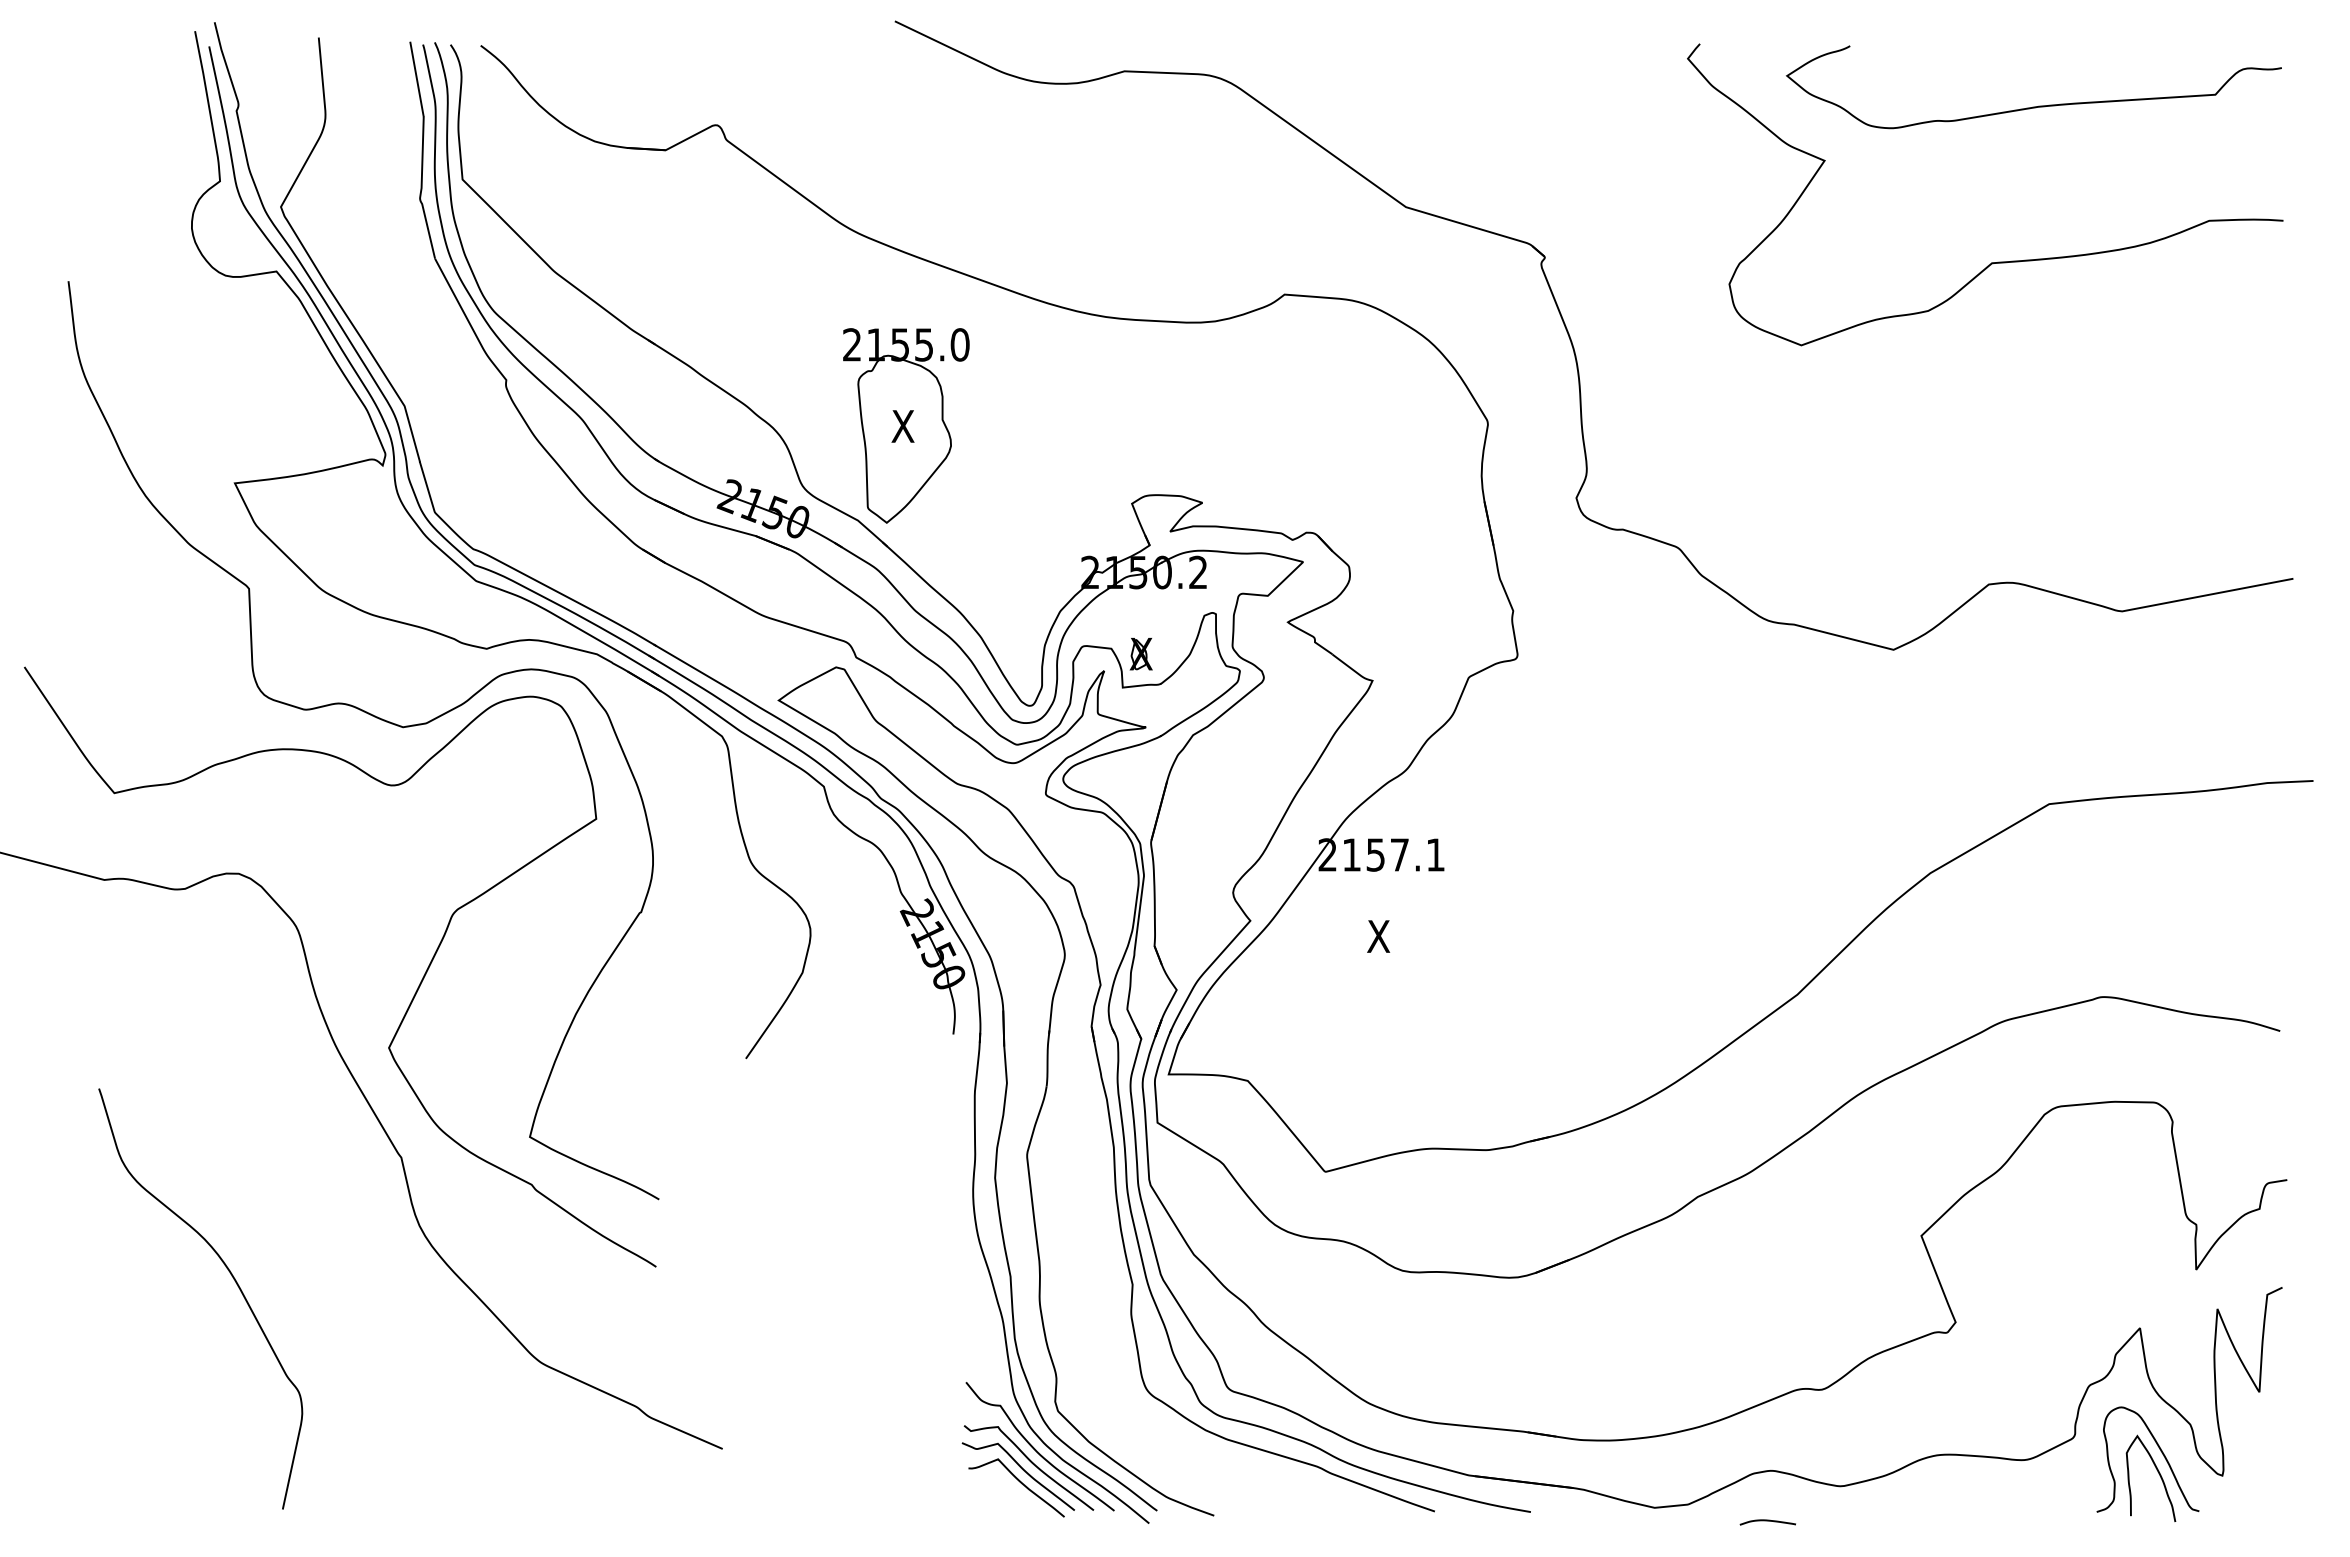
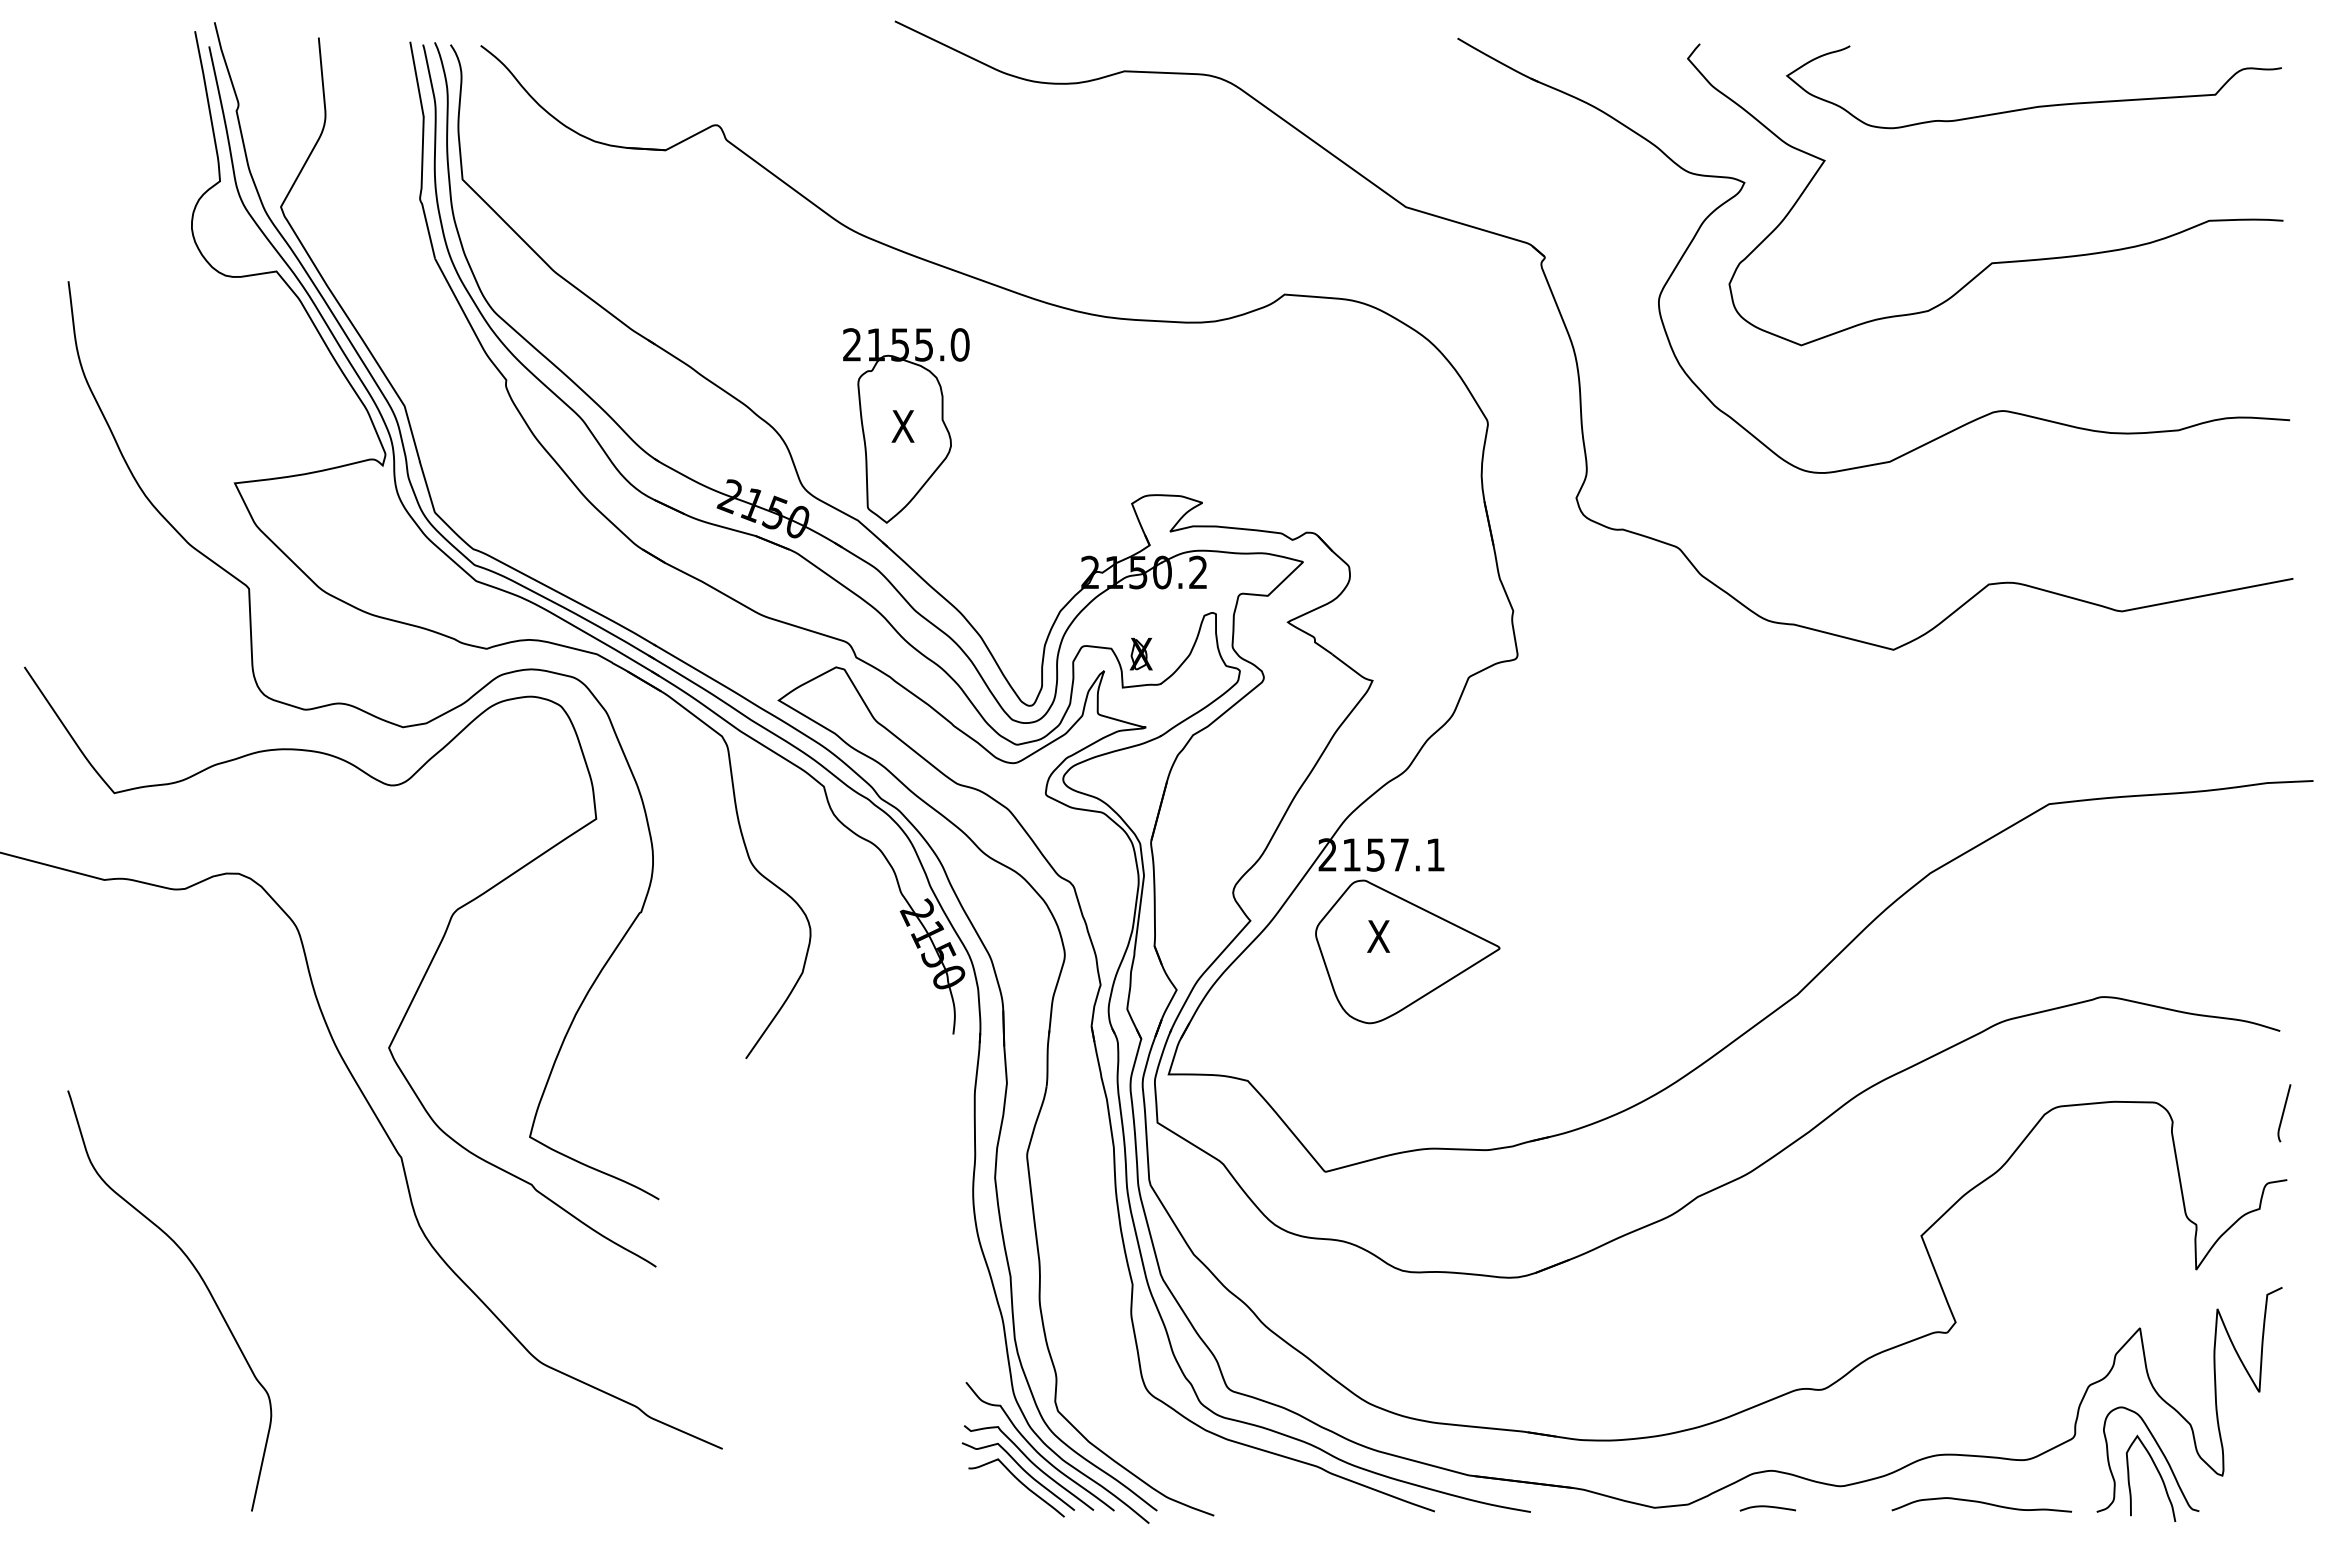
part at (1742, 189): none -> present
part at (1407, 951): none -> present
curve at (2284, 1112): none -> present
curve at (231, 1276) position: (231, 1276) -> (200, 1278)
curve at (1981, 1503): none -> present
curve at (1767, 1521) position: (1767, 1521) -> (1767, 1507)
